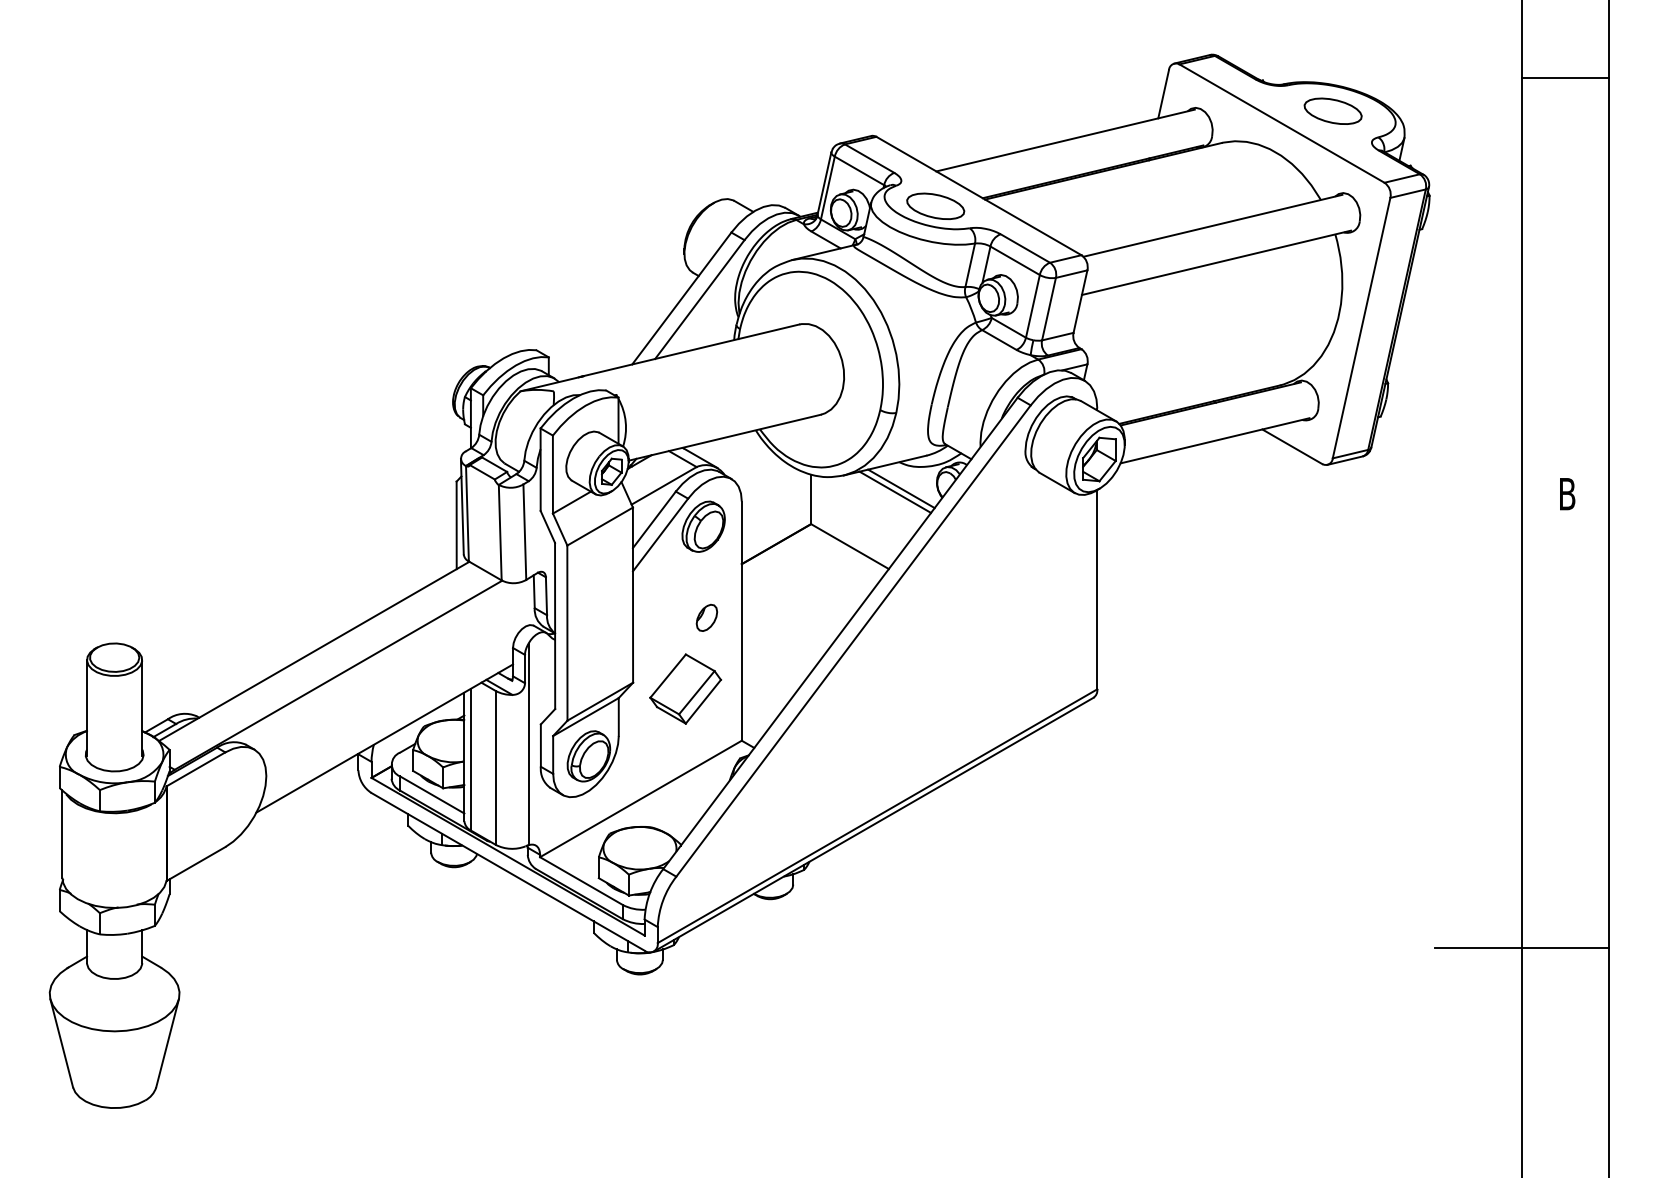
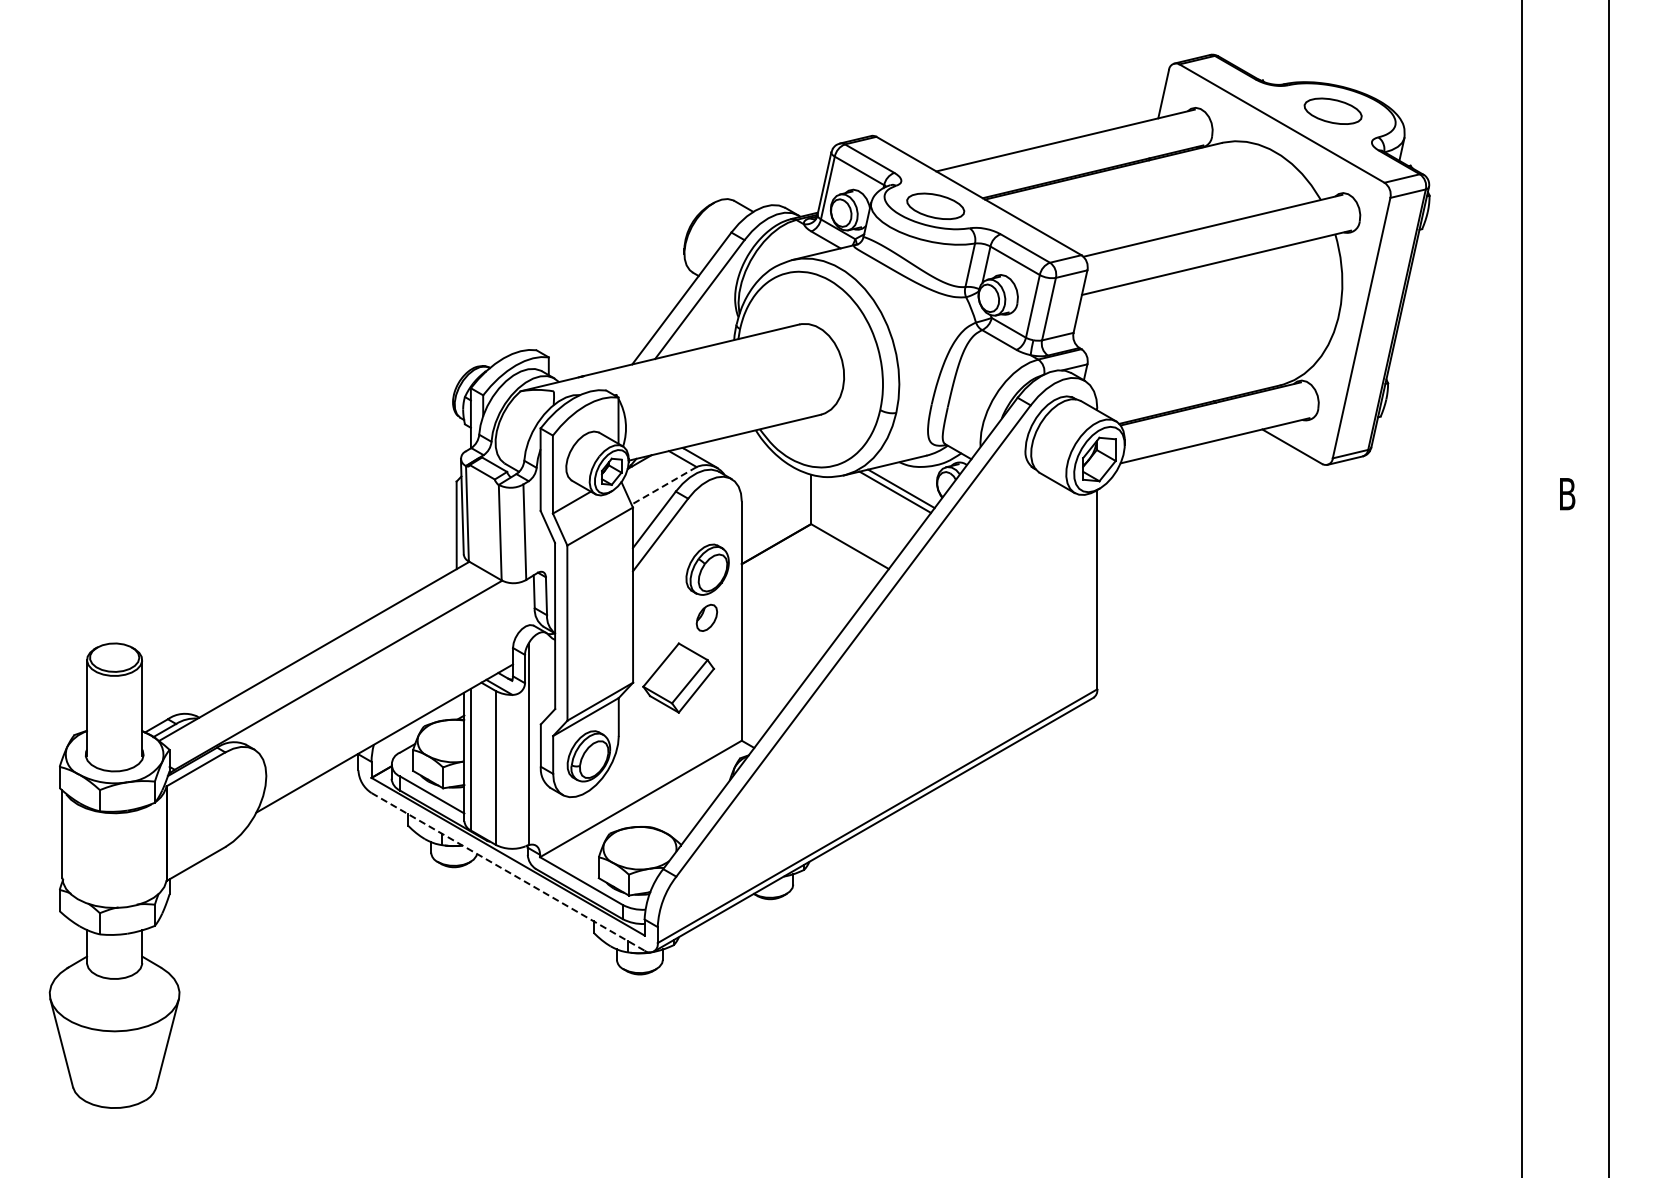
line at (1565, 77): present -> none
line at (664, 485): solid -> dashed
part at (703, 526) position: (703, 526) -> (707, 569)
part at (685, 688) position: (685, 688) -> (678, 677)
line at (508, 871): solid -> dashed
line at (1522, 947): present -> none
